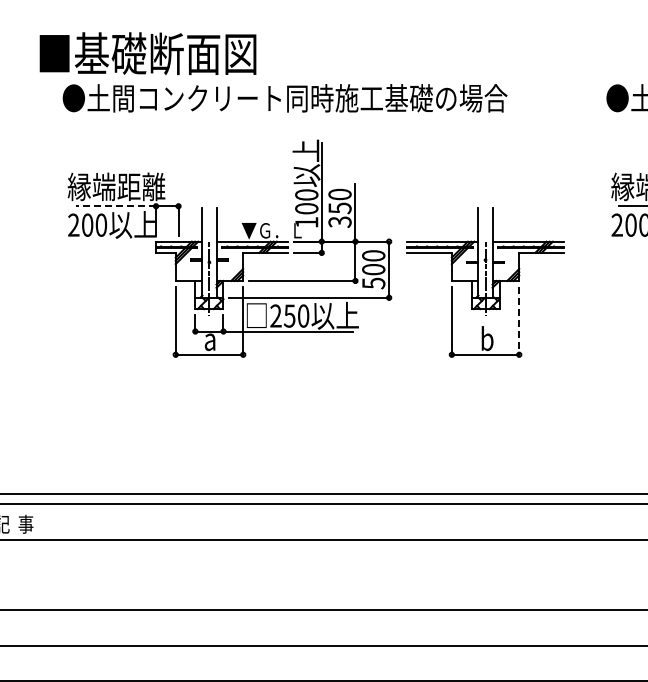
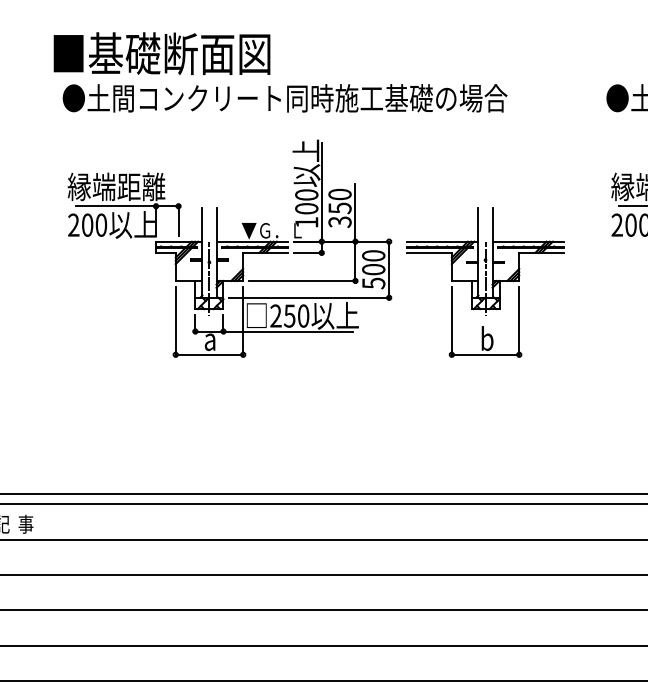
text at (147, 53) position: (147, 53) -> (161, 53)
line at (115, 206): dashed -> solid
line at (519, 321): dashed -> solid
line at (323, 575): none -> present
